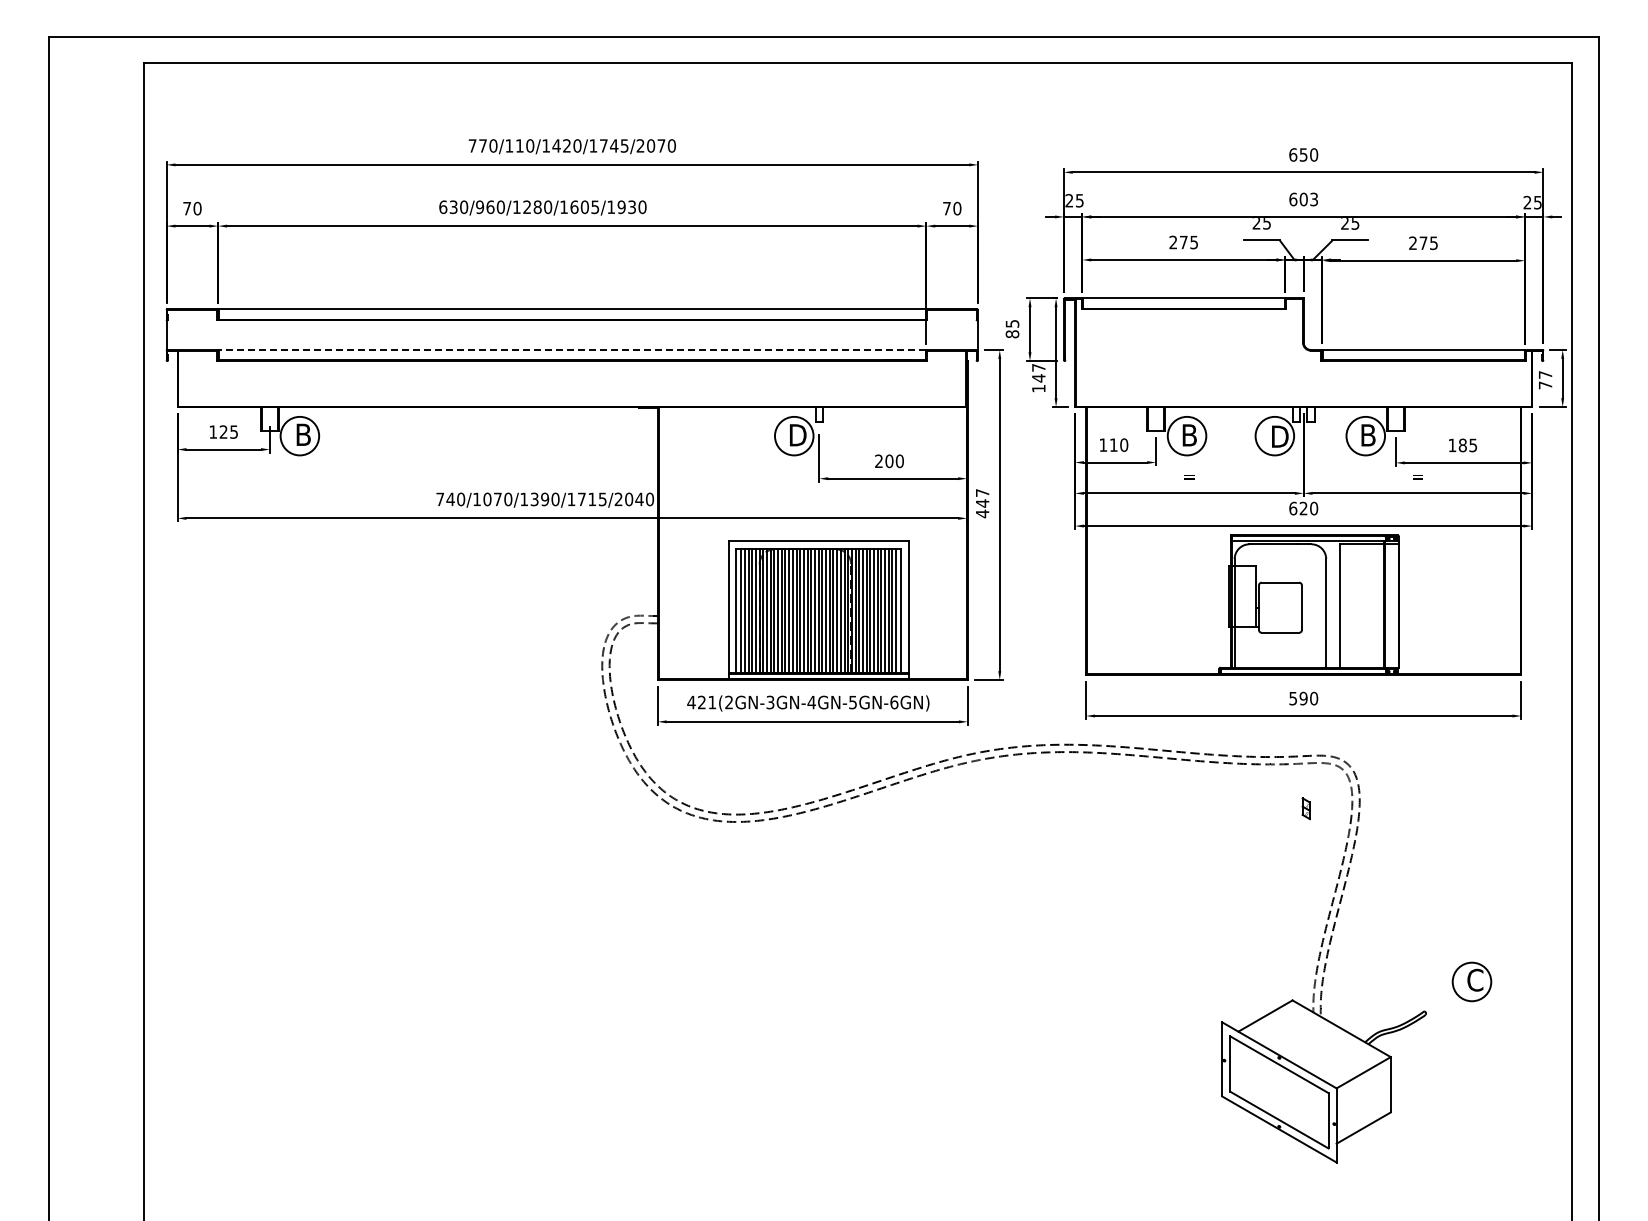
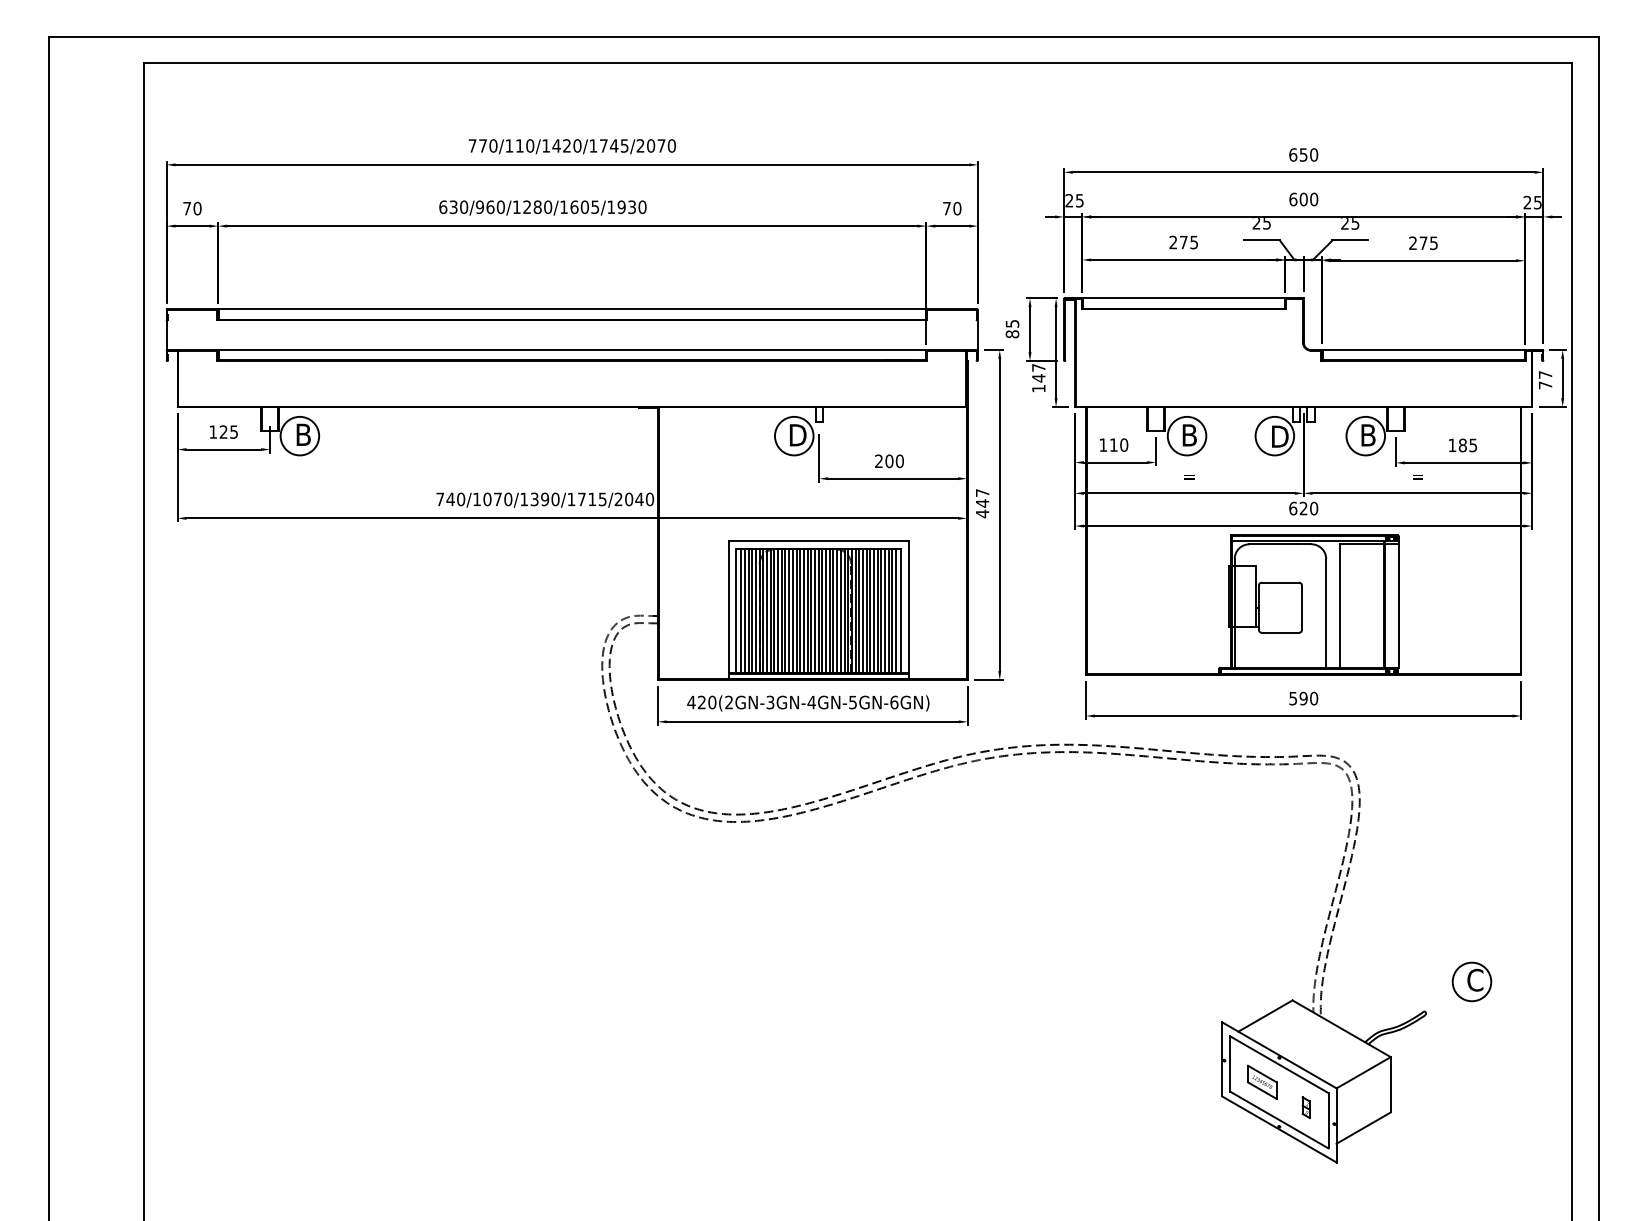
text at (1314, 199): 603 -> 600
line at (572, 350): dashed -> solid
text at (712, 702): 421(2GN-3GN-4GN-5GN-6GN) -> 420(2GN-3GN-4GN-5GN-6GN)
part at (1305, 808) position: (1305, 808) -> (1305, 1107)
part at (1262, 1081): none -> present
